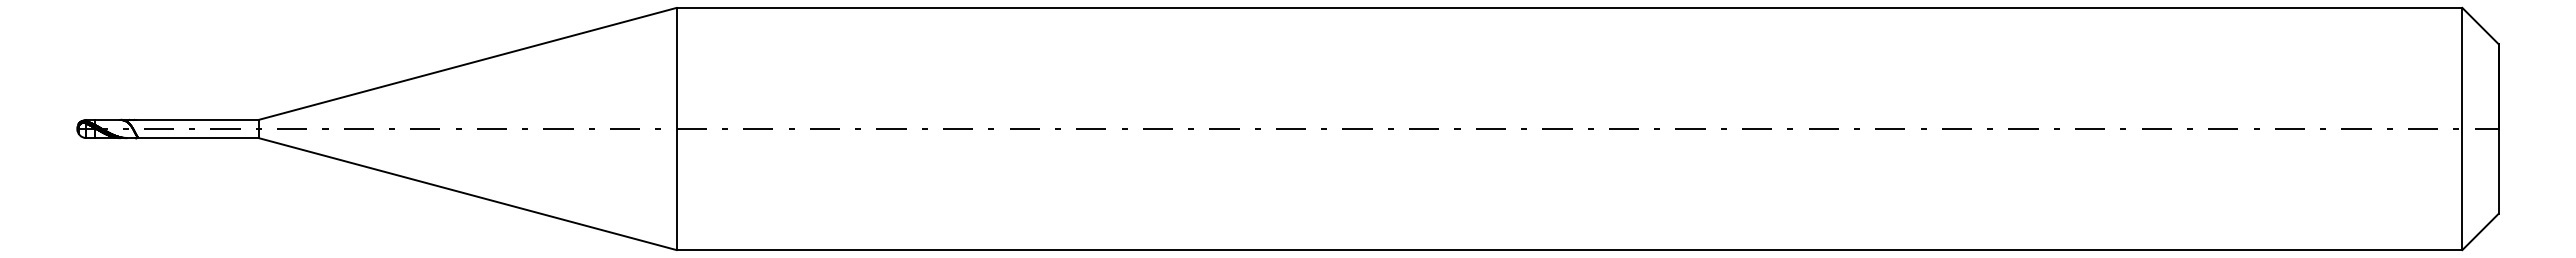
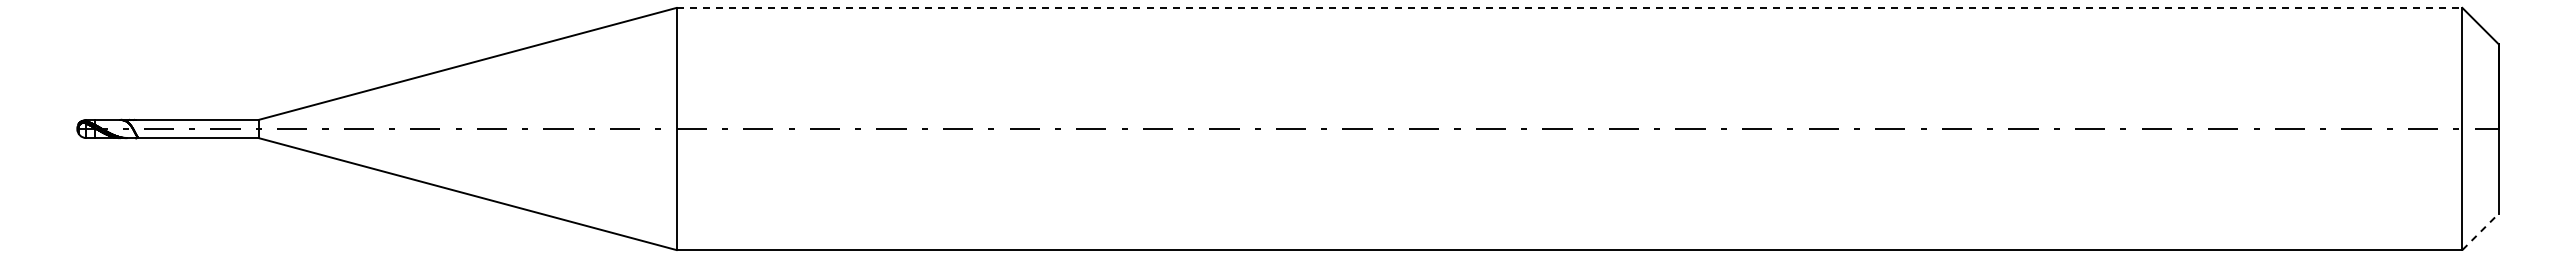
line at (1569, 7): solid -> dashed
line at (2480, 231): solid -> dashed
